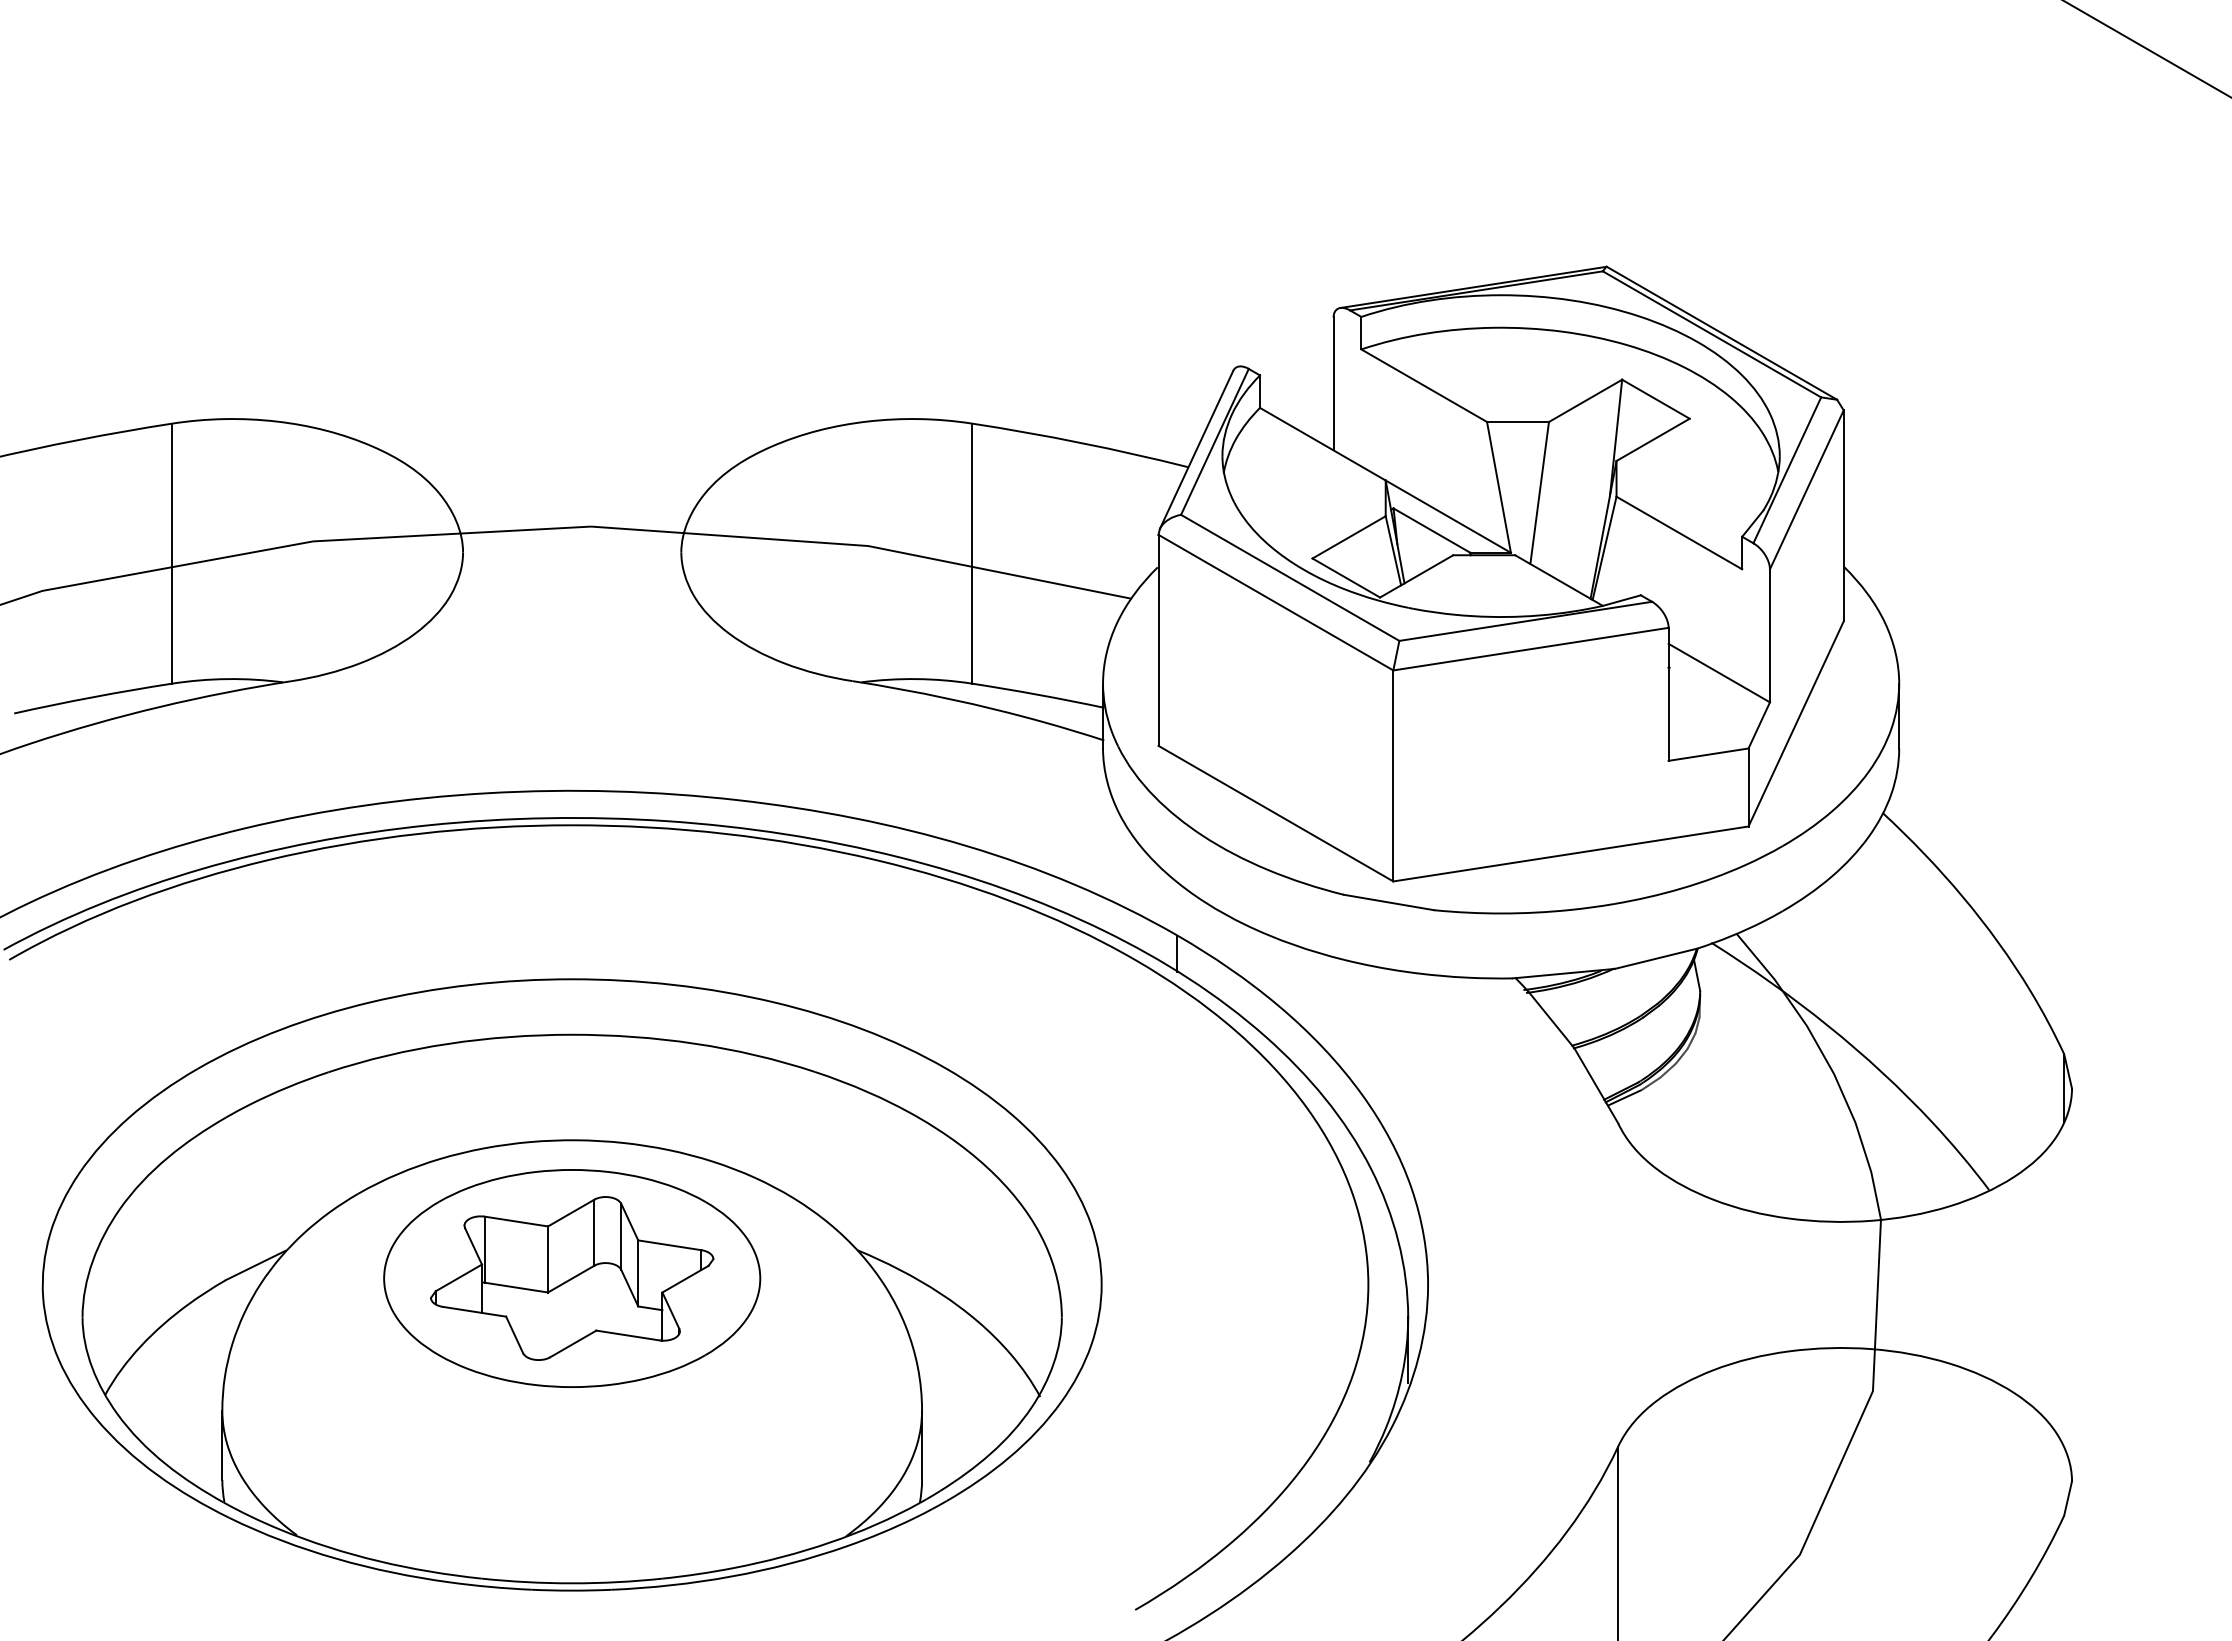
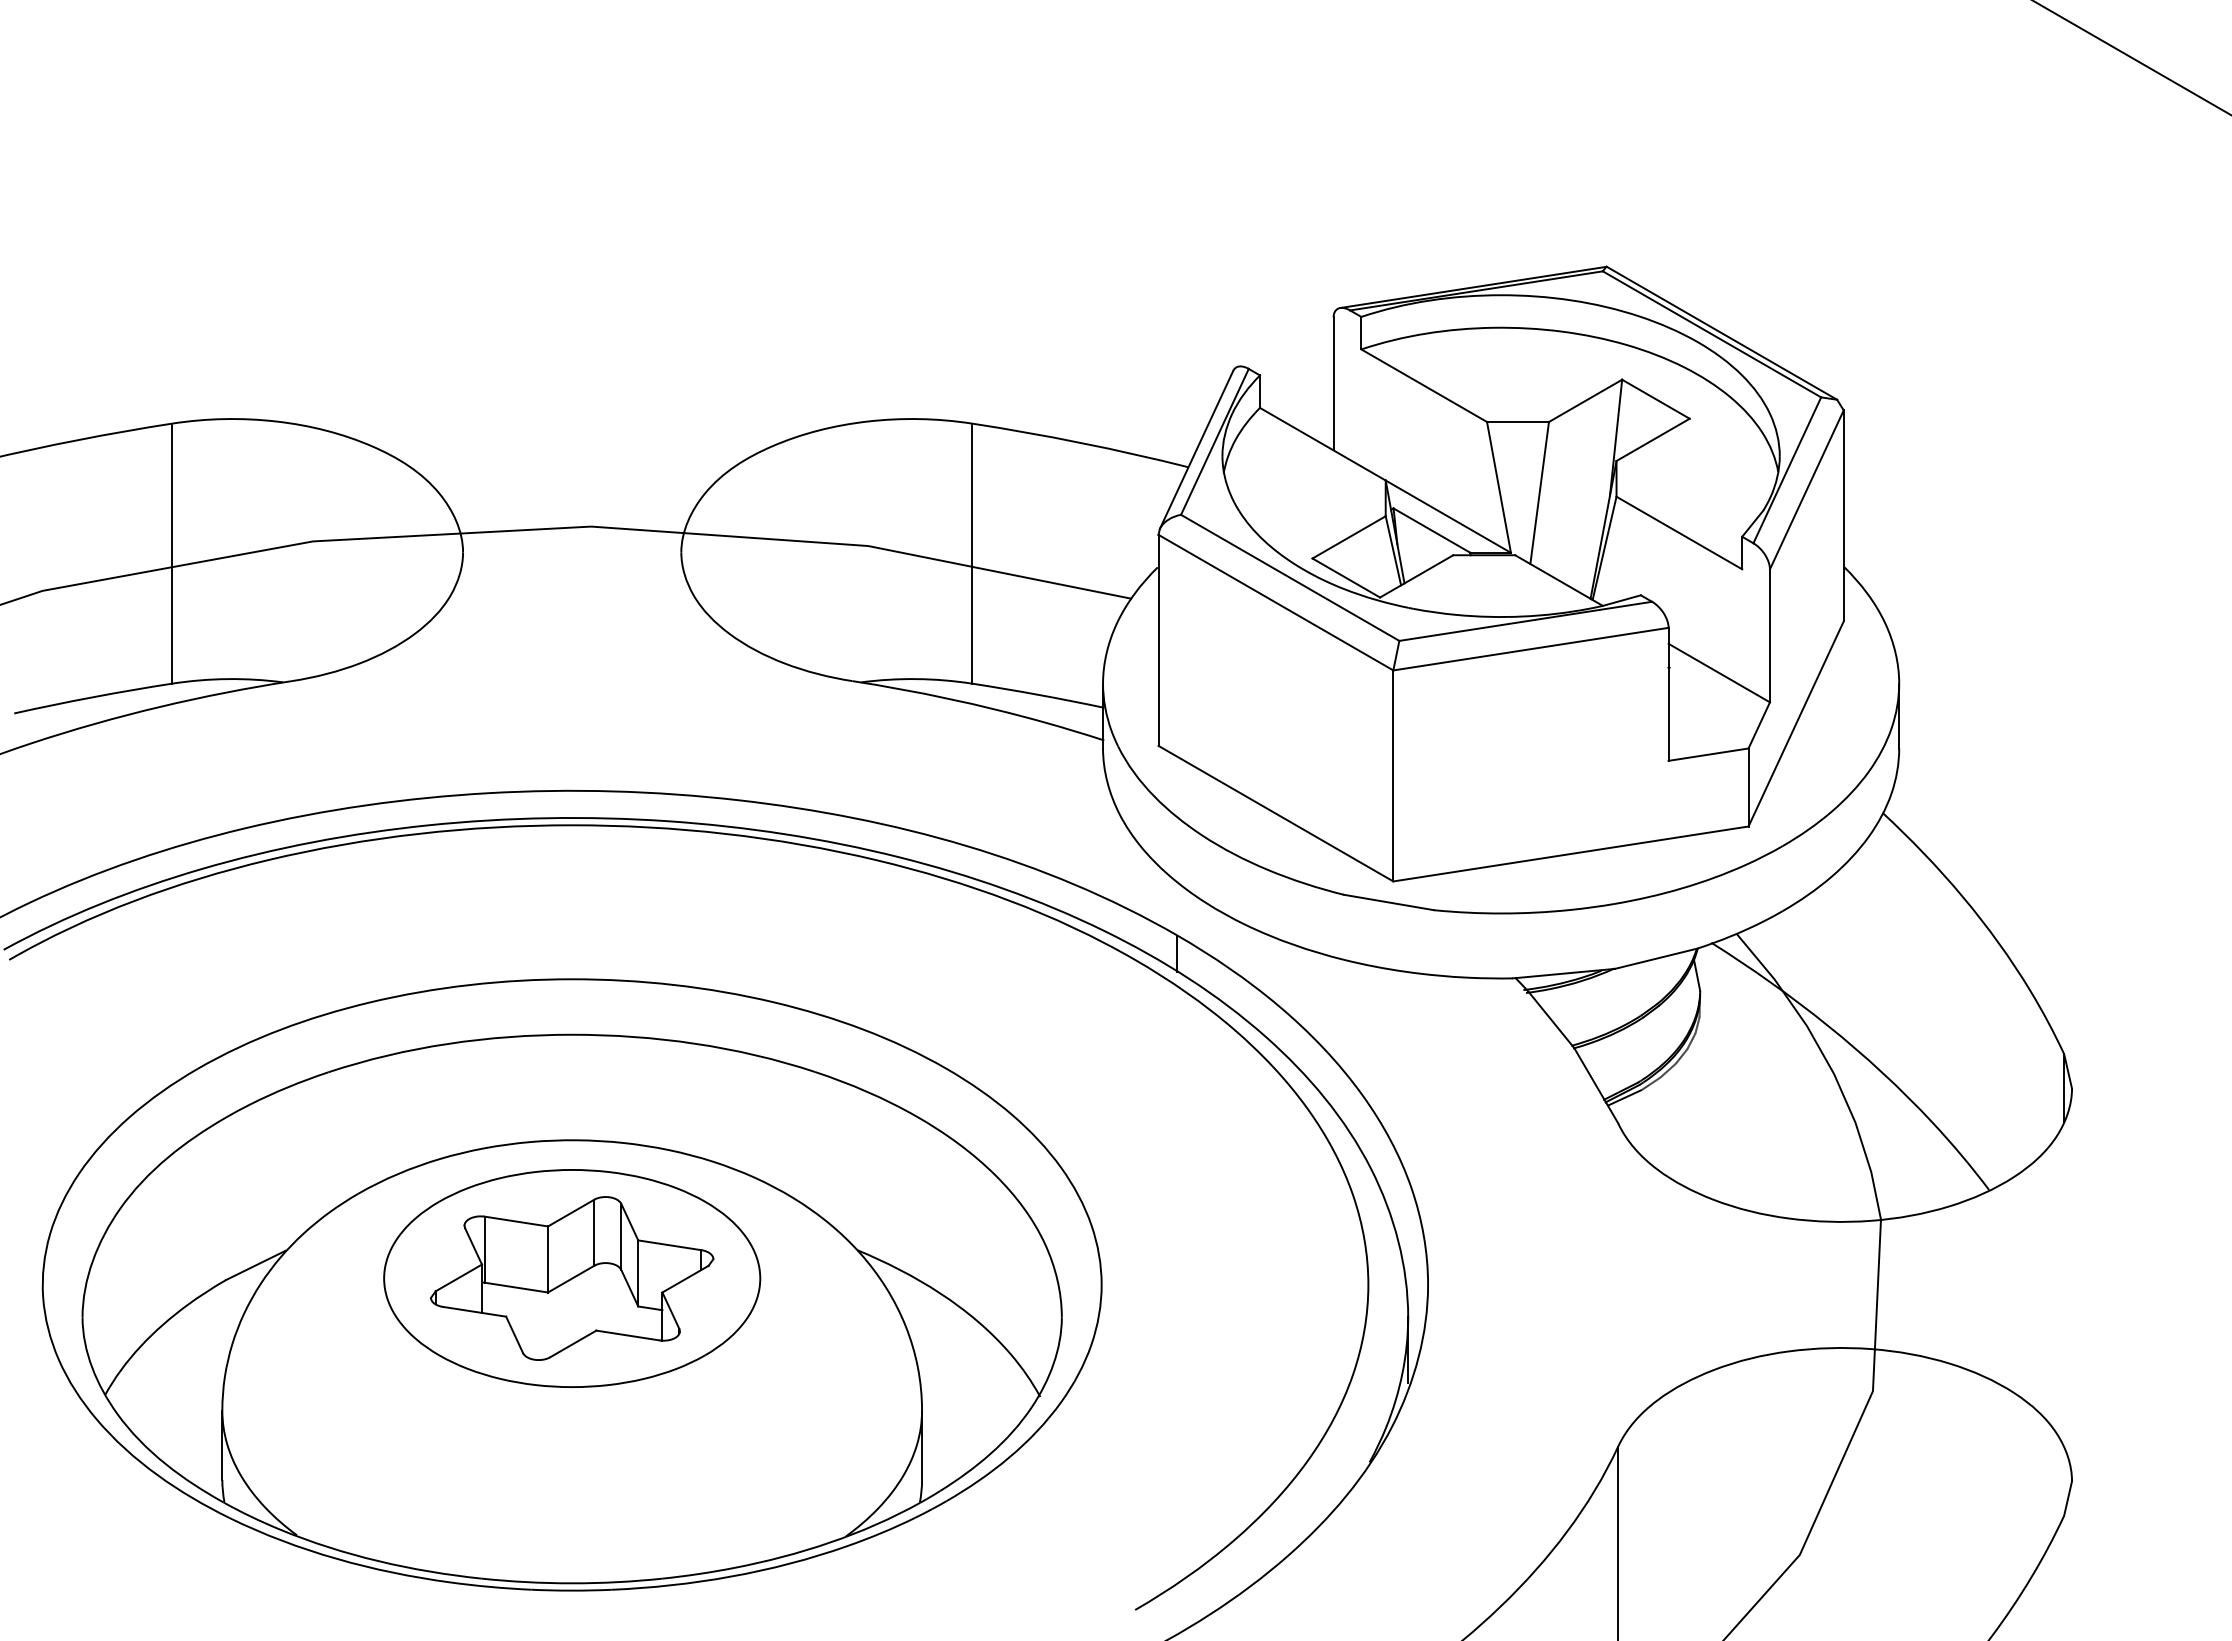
line at (2147, 48) position: (2147, 48) -> (2131, 57)
